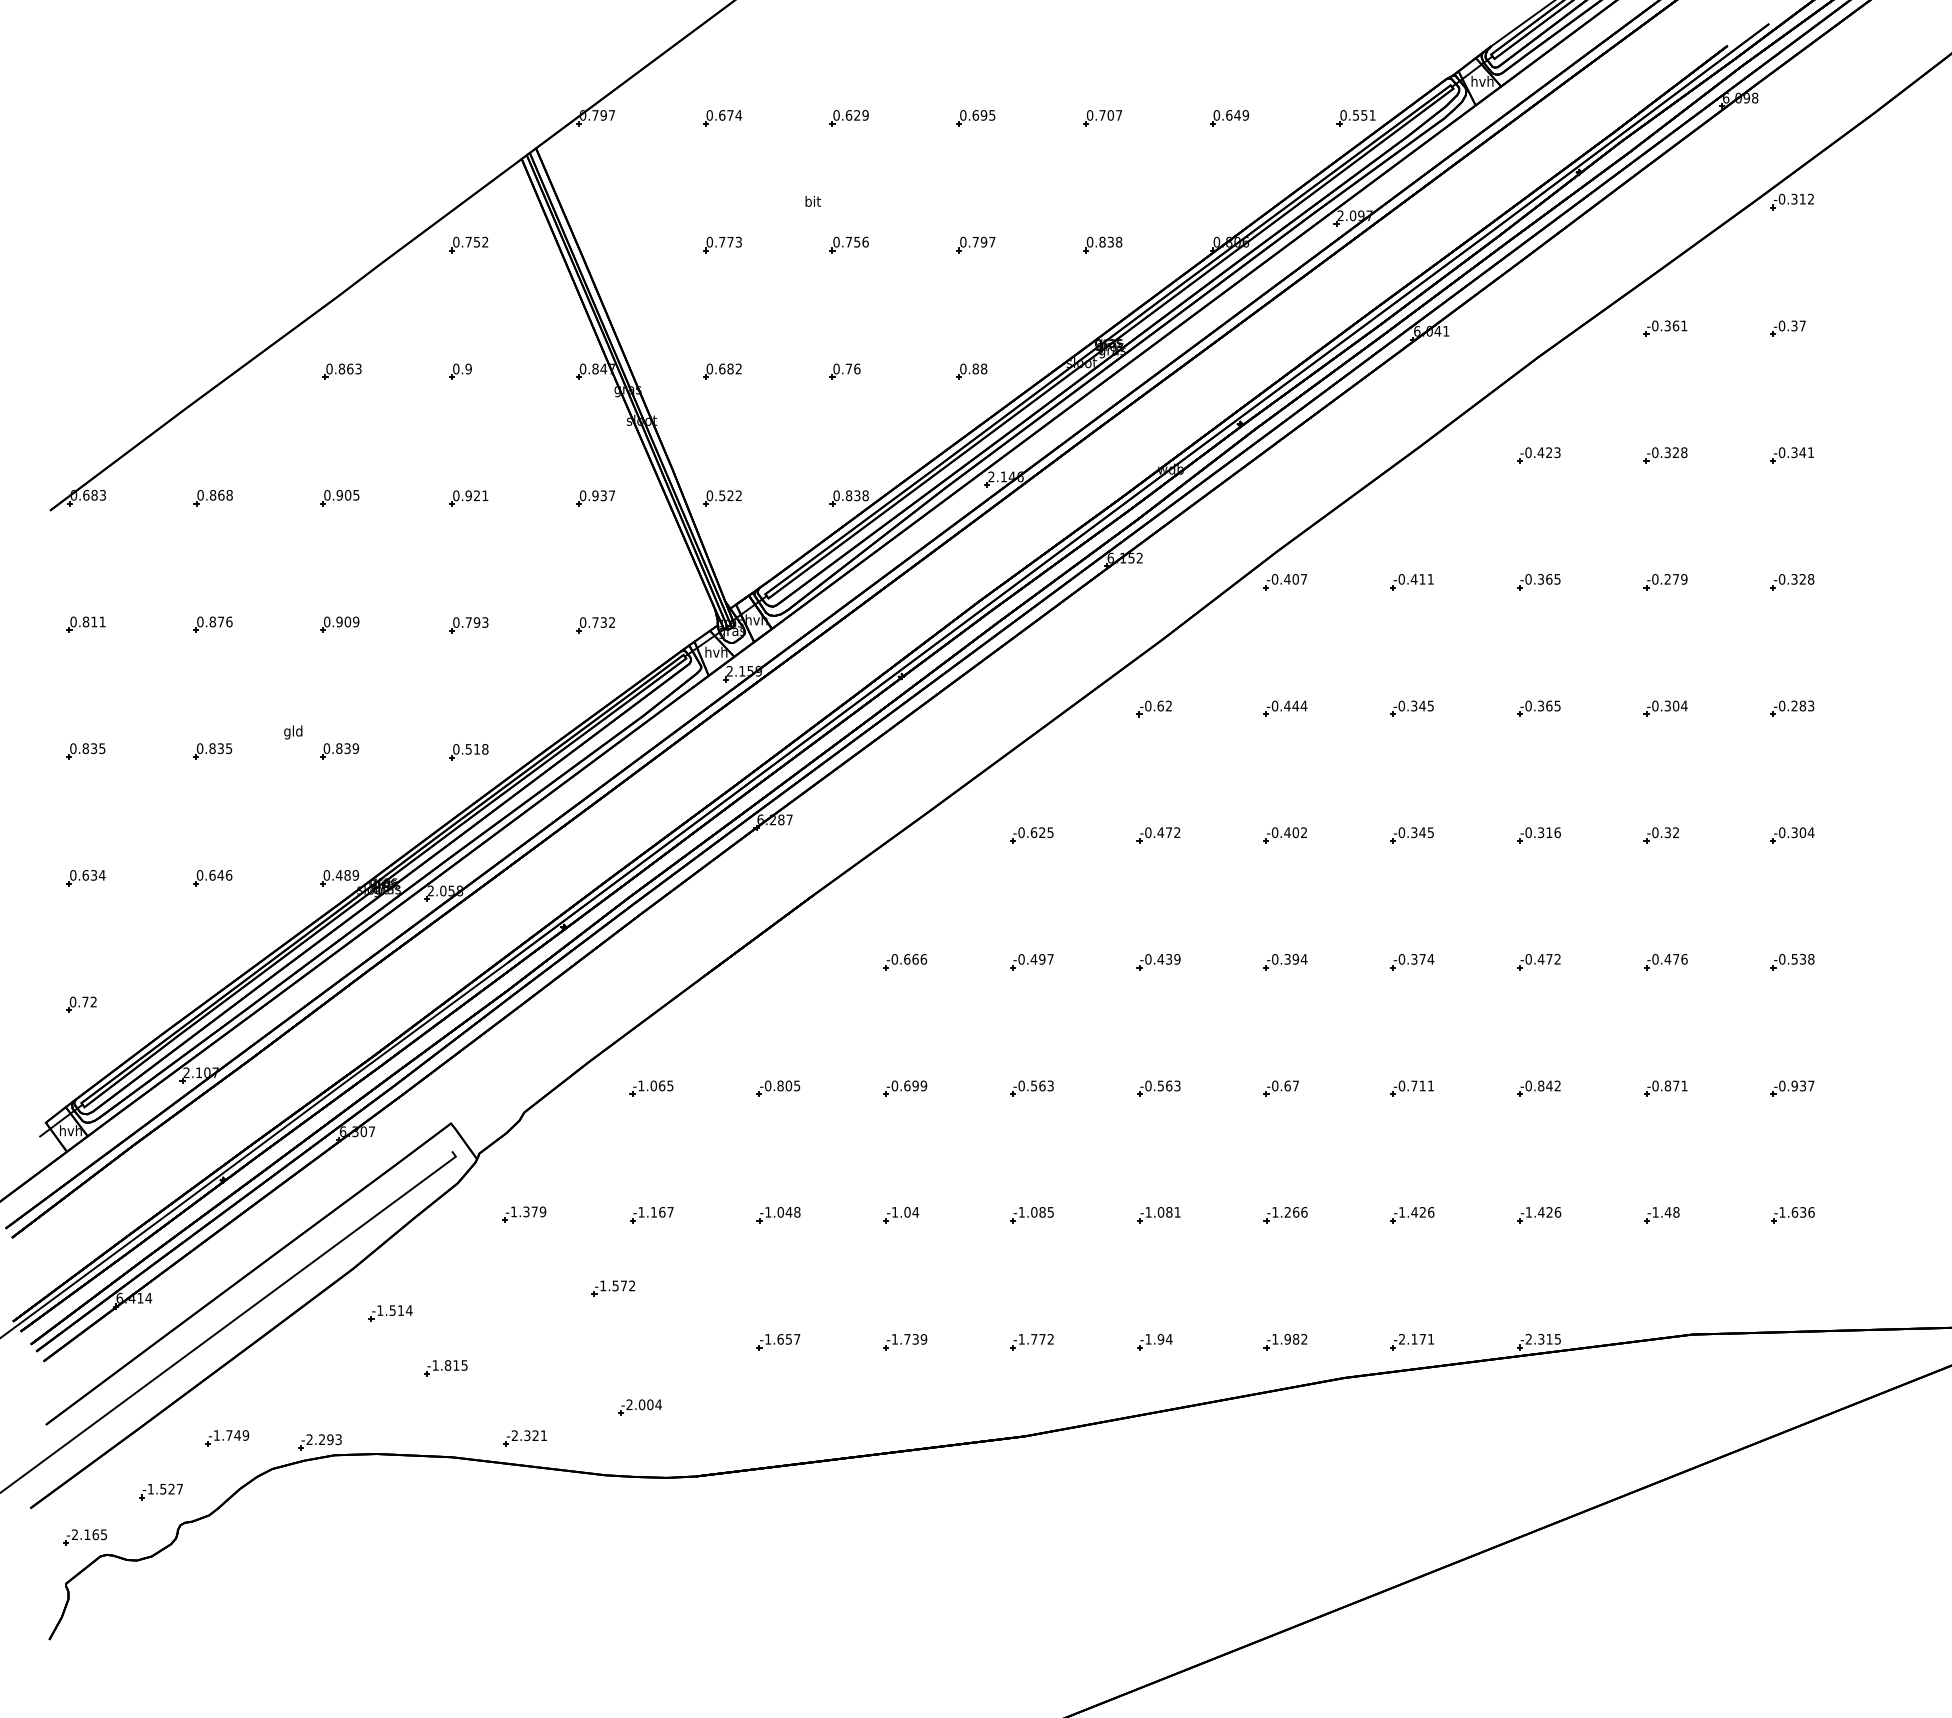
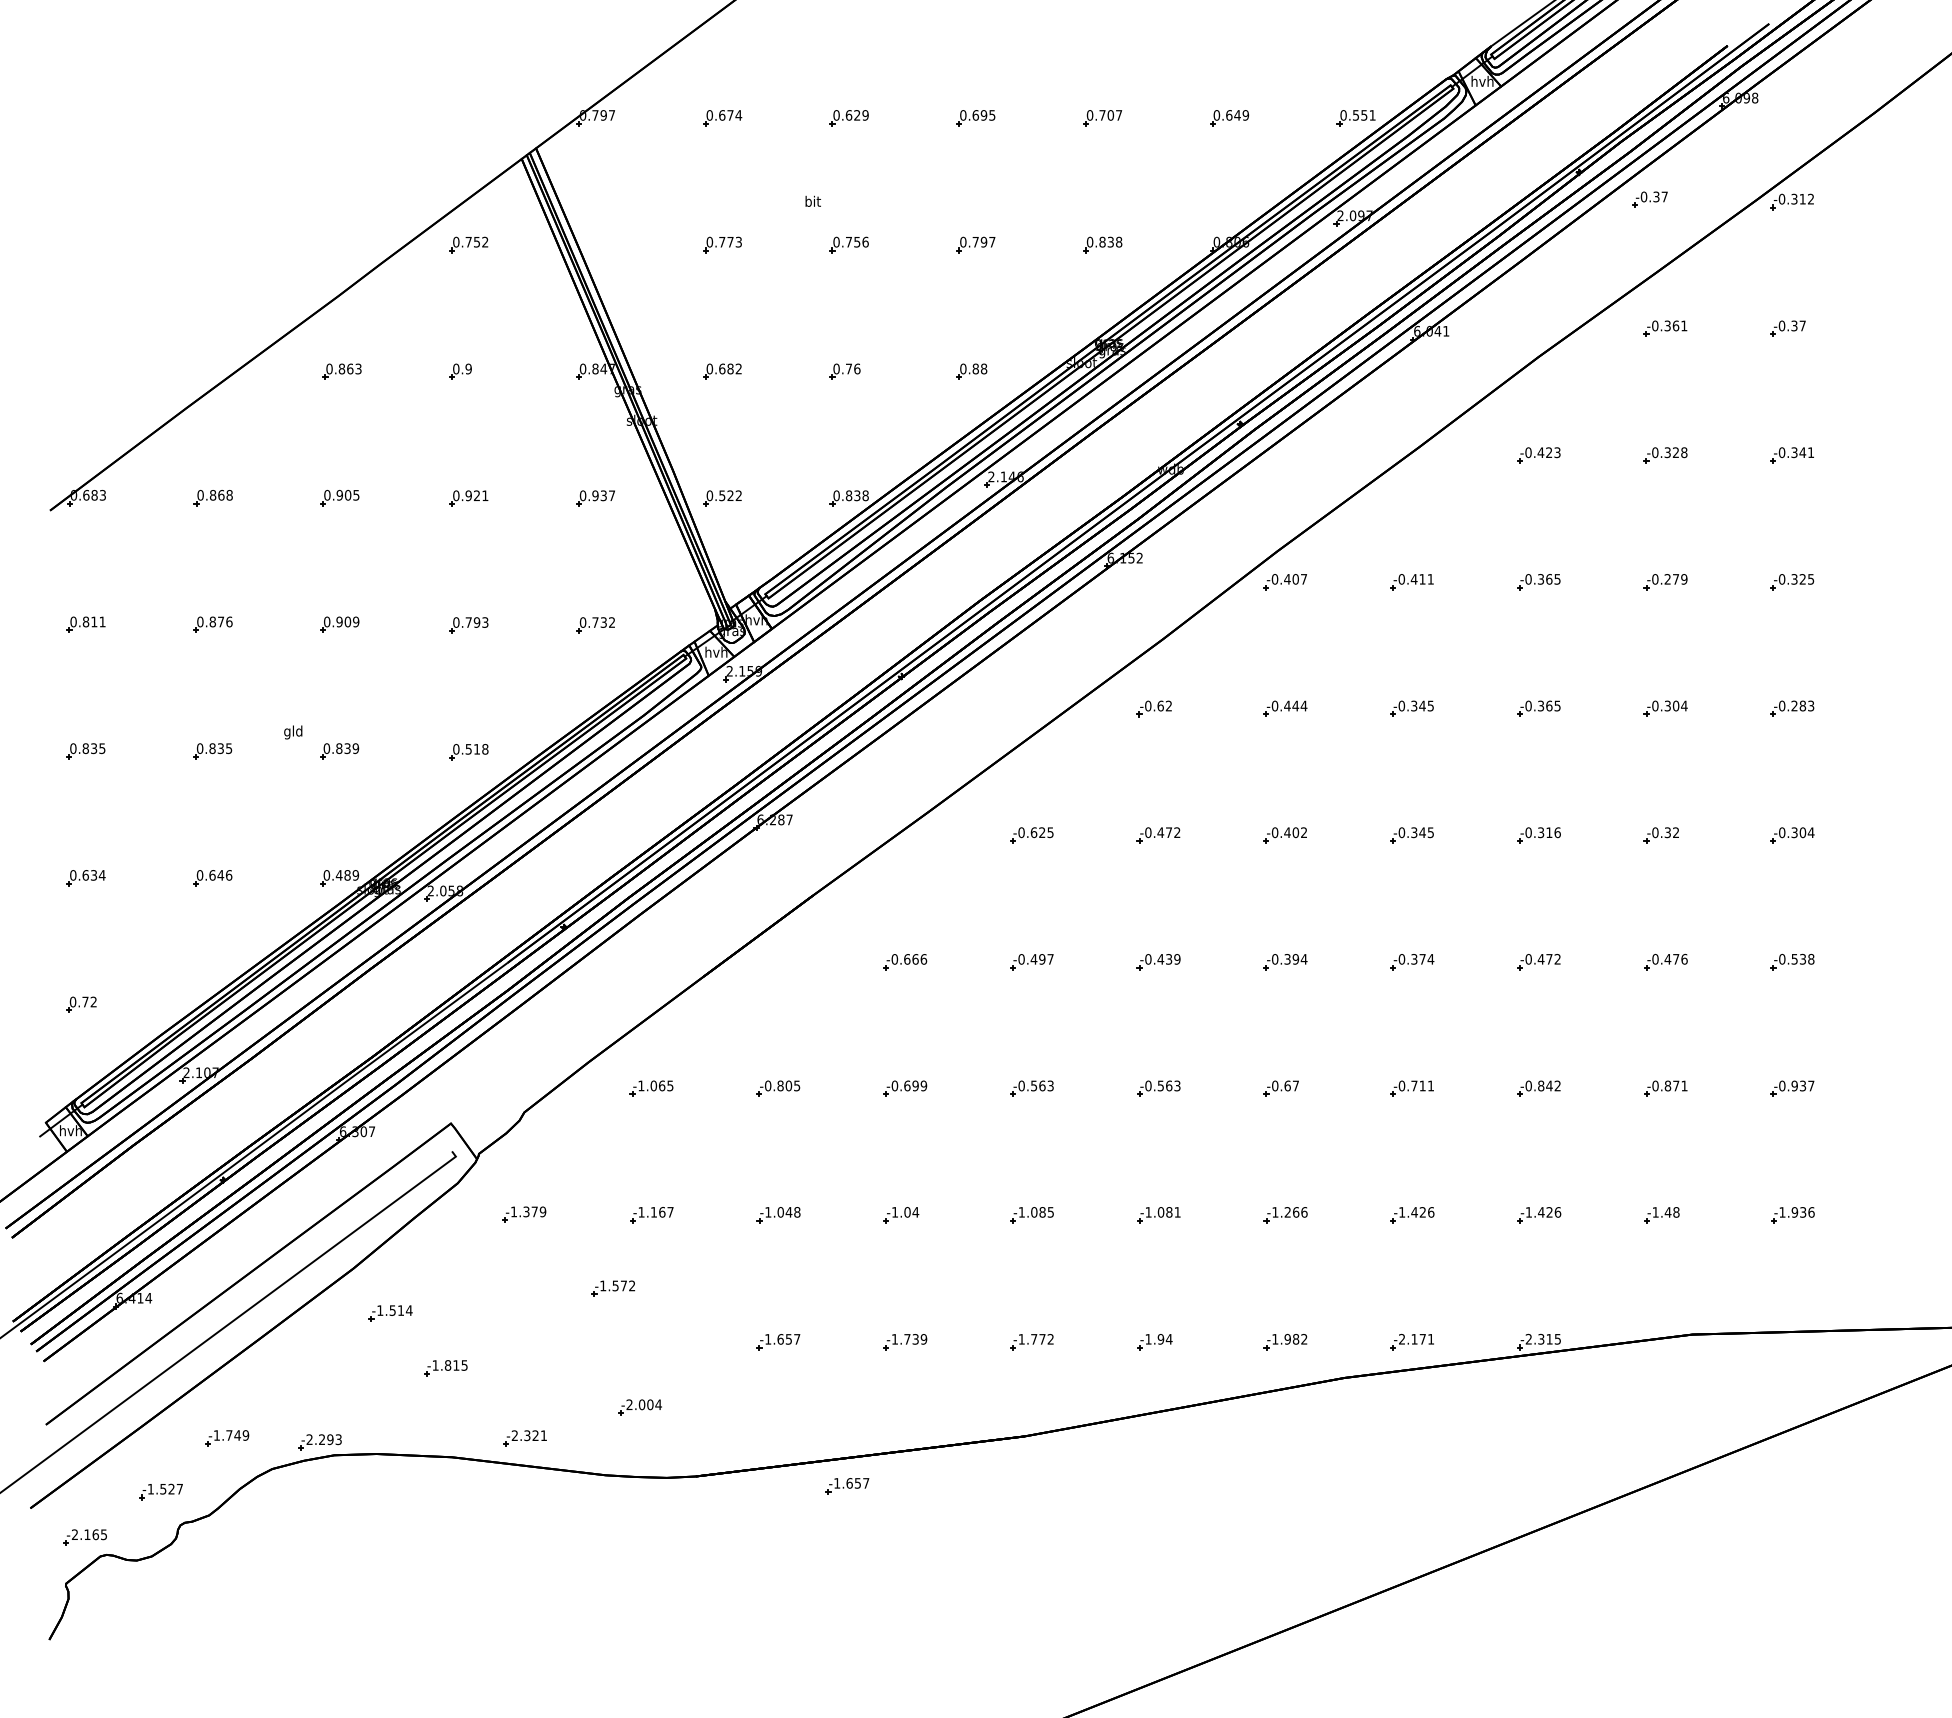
part at (1649, 199): none -> present
text at (1811, 579): -0.328 -> -0.325
text at (1794, 1212): -1.636 -> -1.936
part at (847, 1486): none -> present
